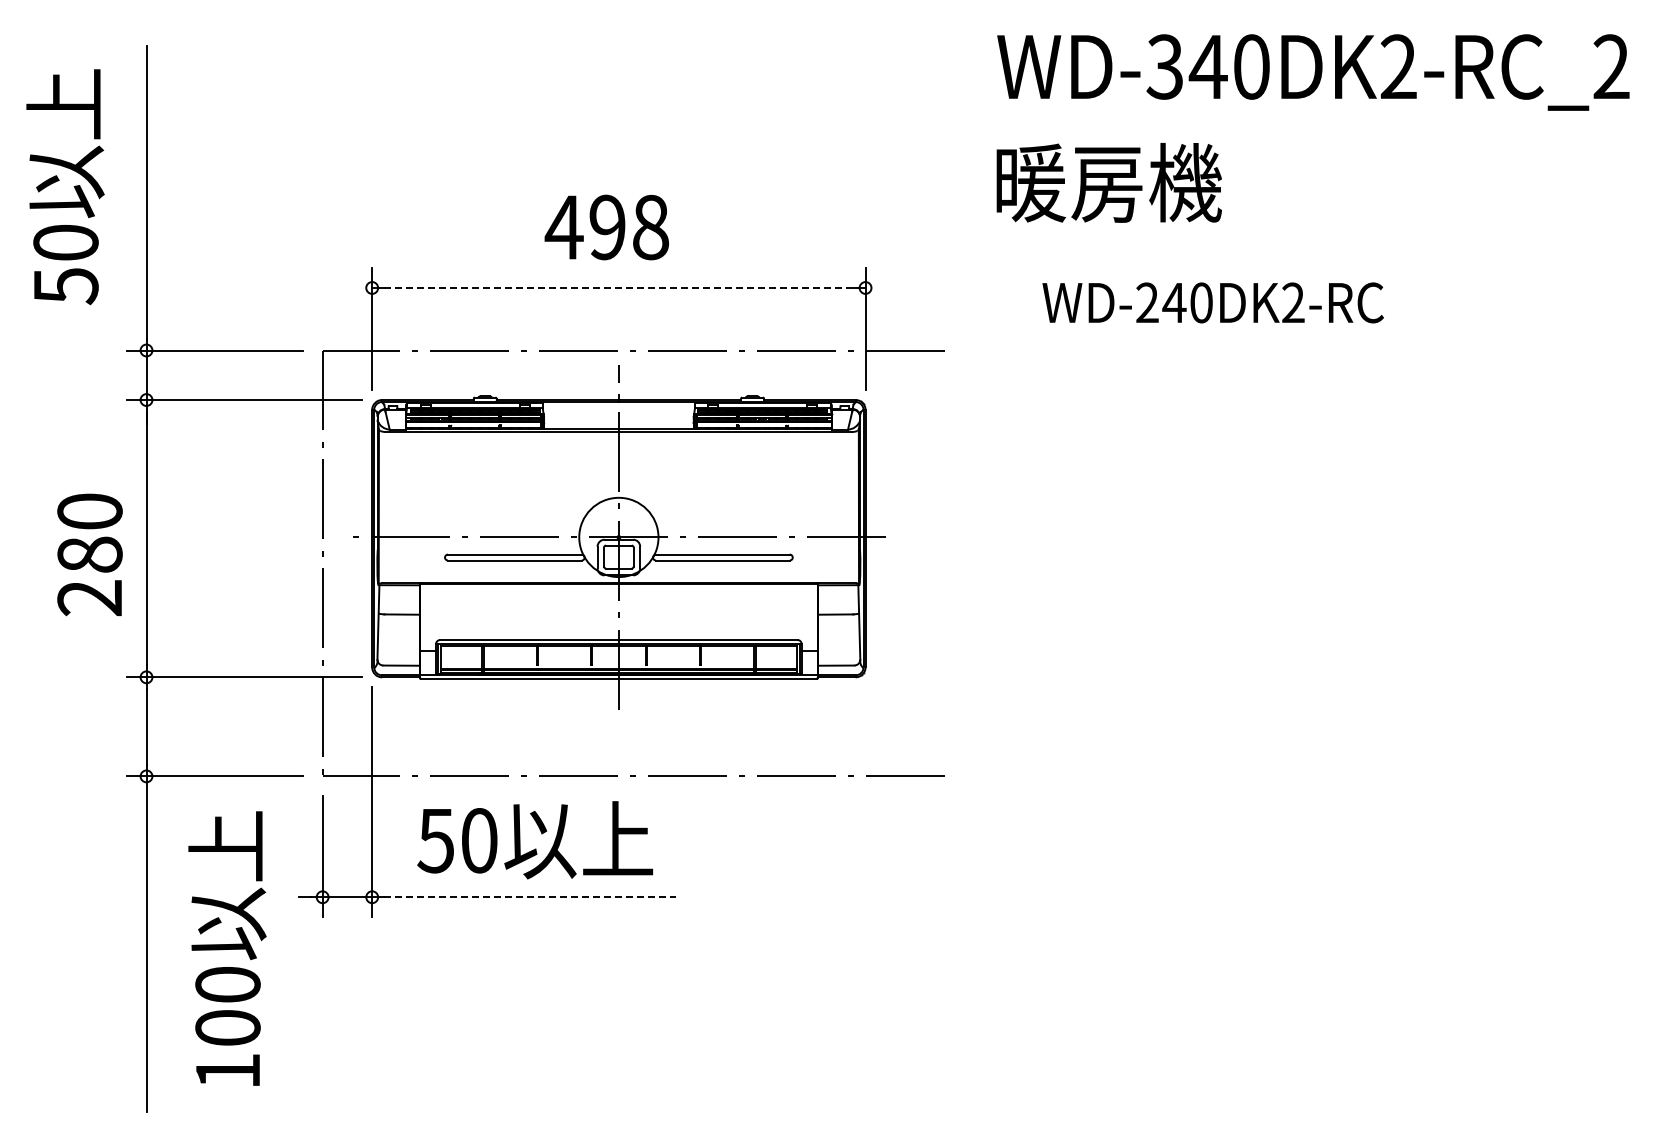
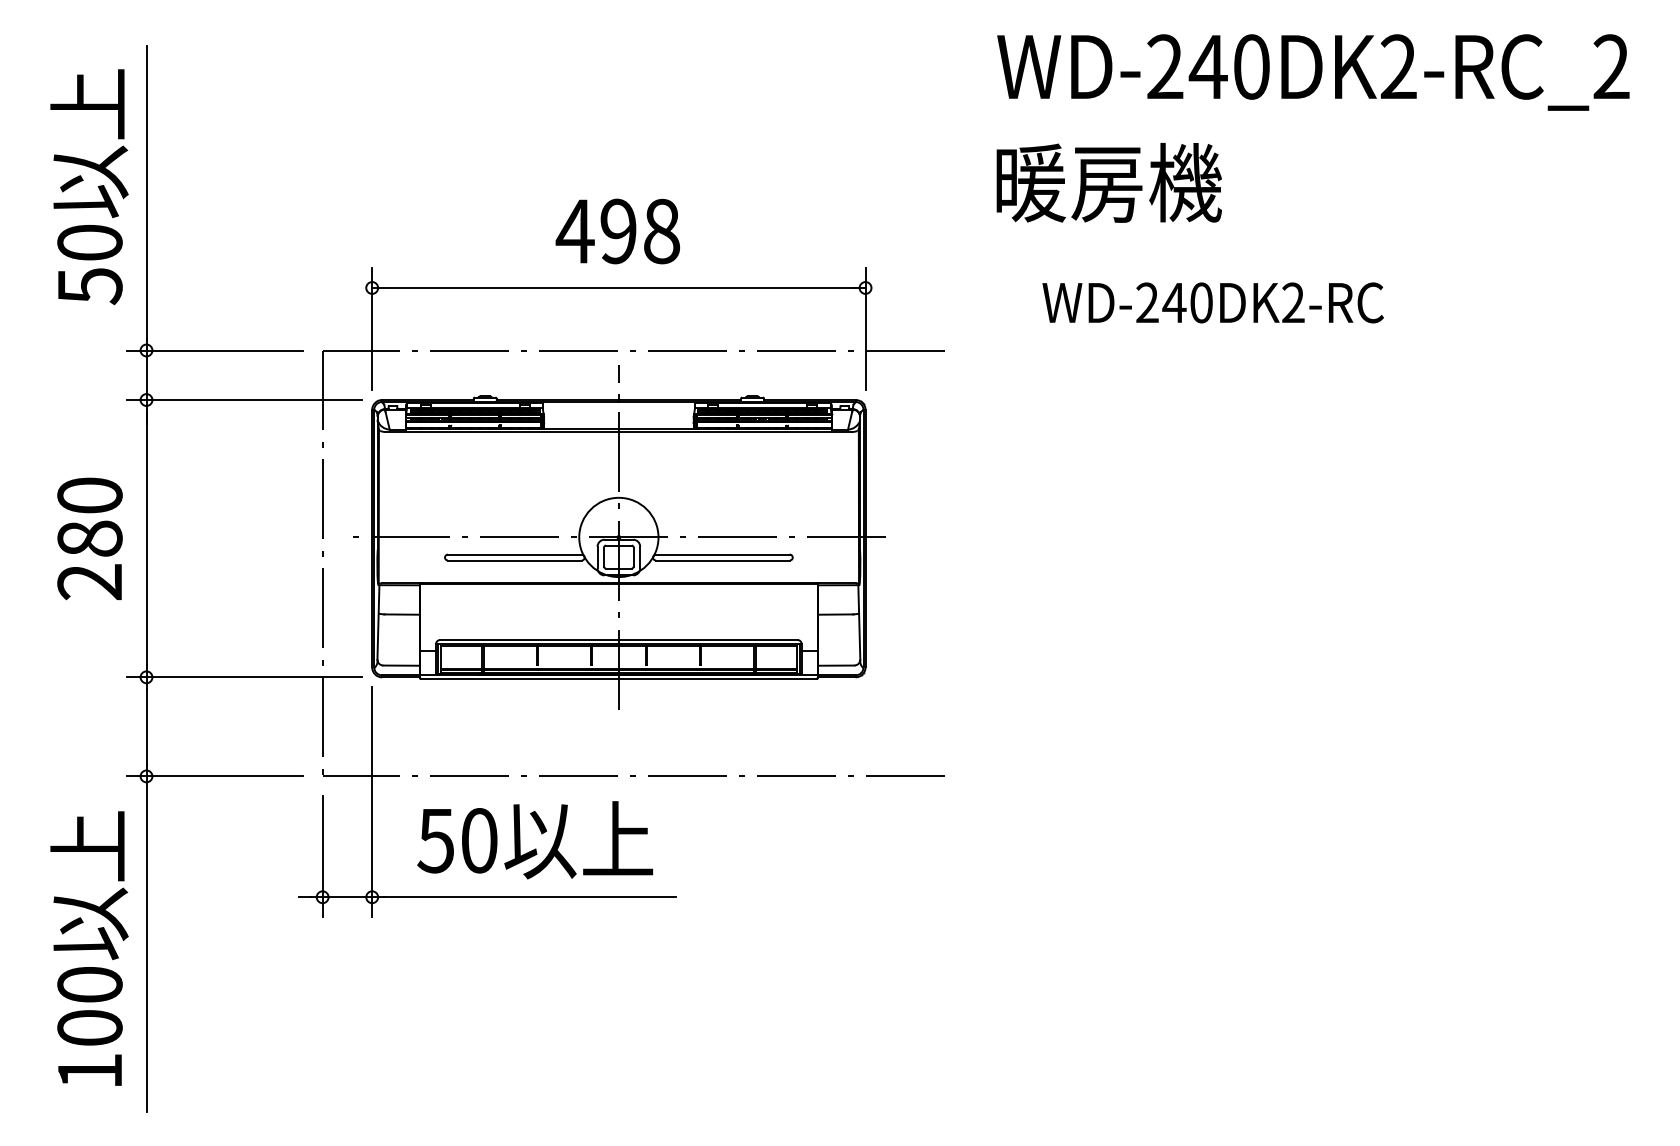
text at (1164, 66): WD-340DK2-RC_2 -> WD-240DK2-RC_2
text at (65, 187) position: (65, 187) -> (89, 187)
text at (606, 227) position: (606, 227) -> (617, 231)
line at (618, 287): dashed -> solid
text at (89, 554) position: (89, 554) -> (89, 538)
line at (530, 897): dashed -> solid
text at (227, 948) position: (227, 948) -> (89, 948)
